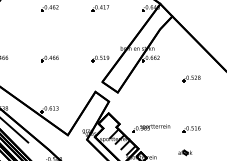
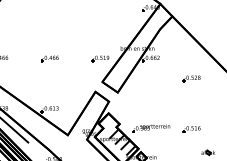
part at (49, 8): present -> none
part at (99, 8): present -> none
part at (185, 152) position: (185, 152) -> (208, 152)
